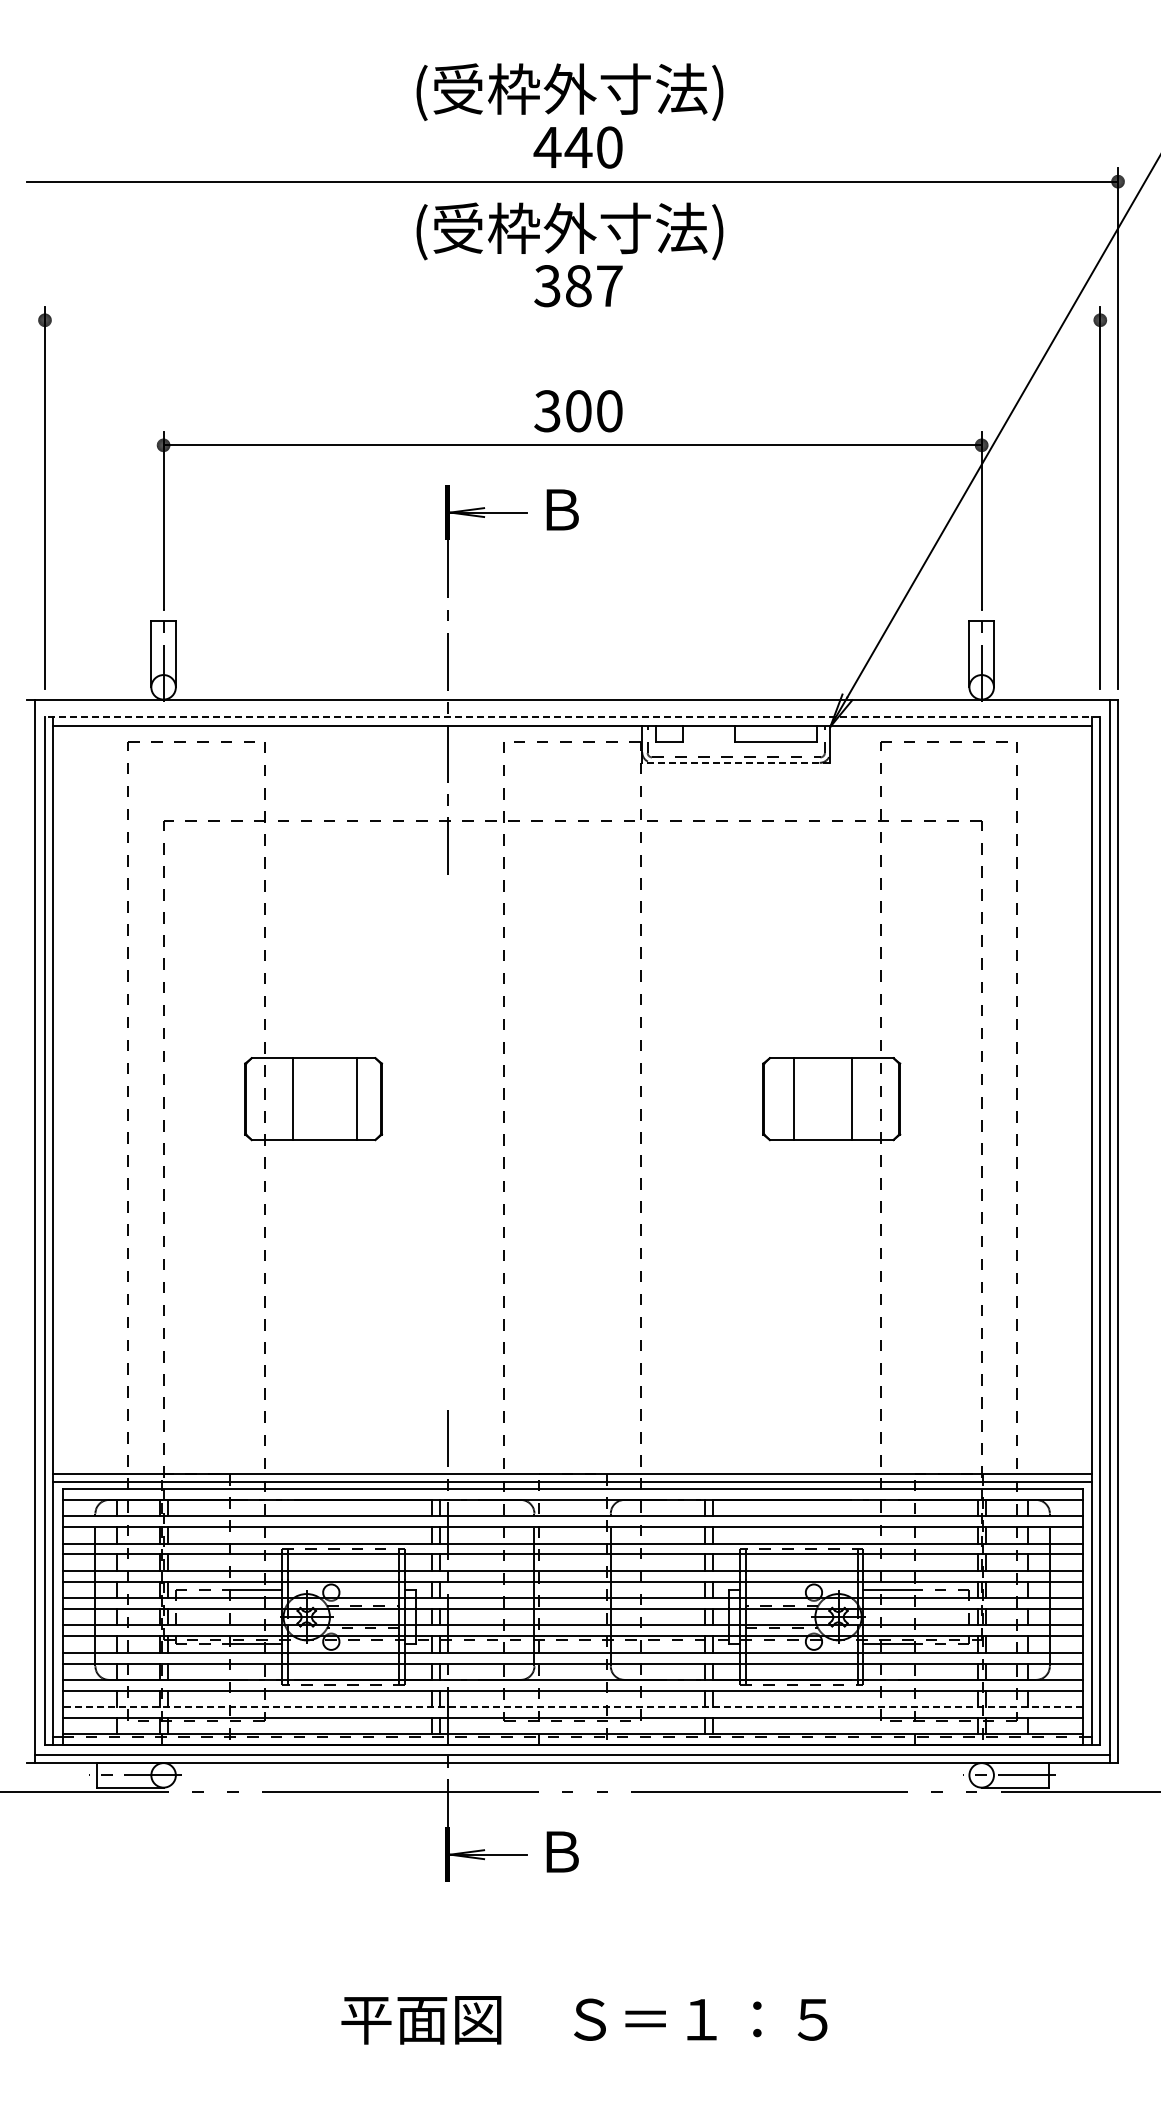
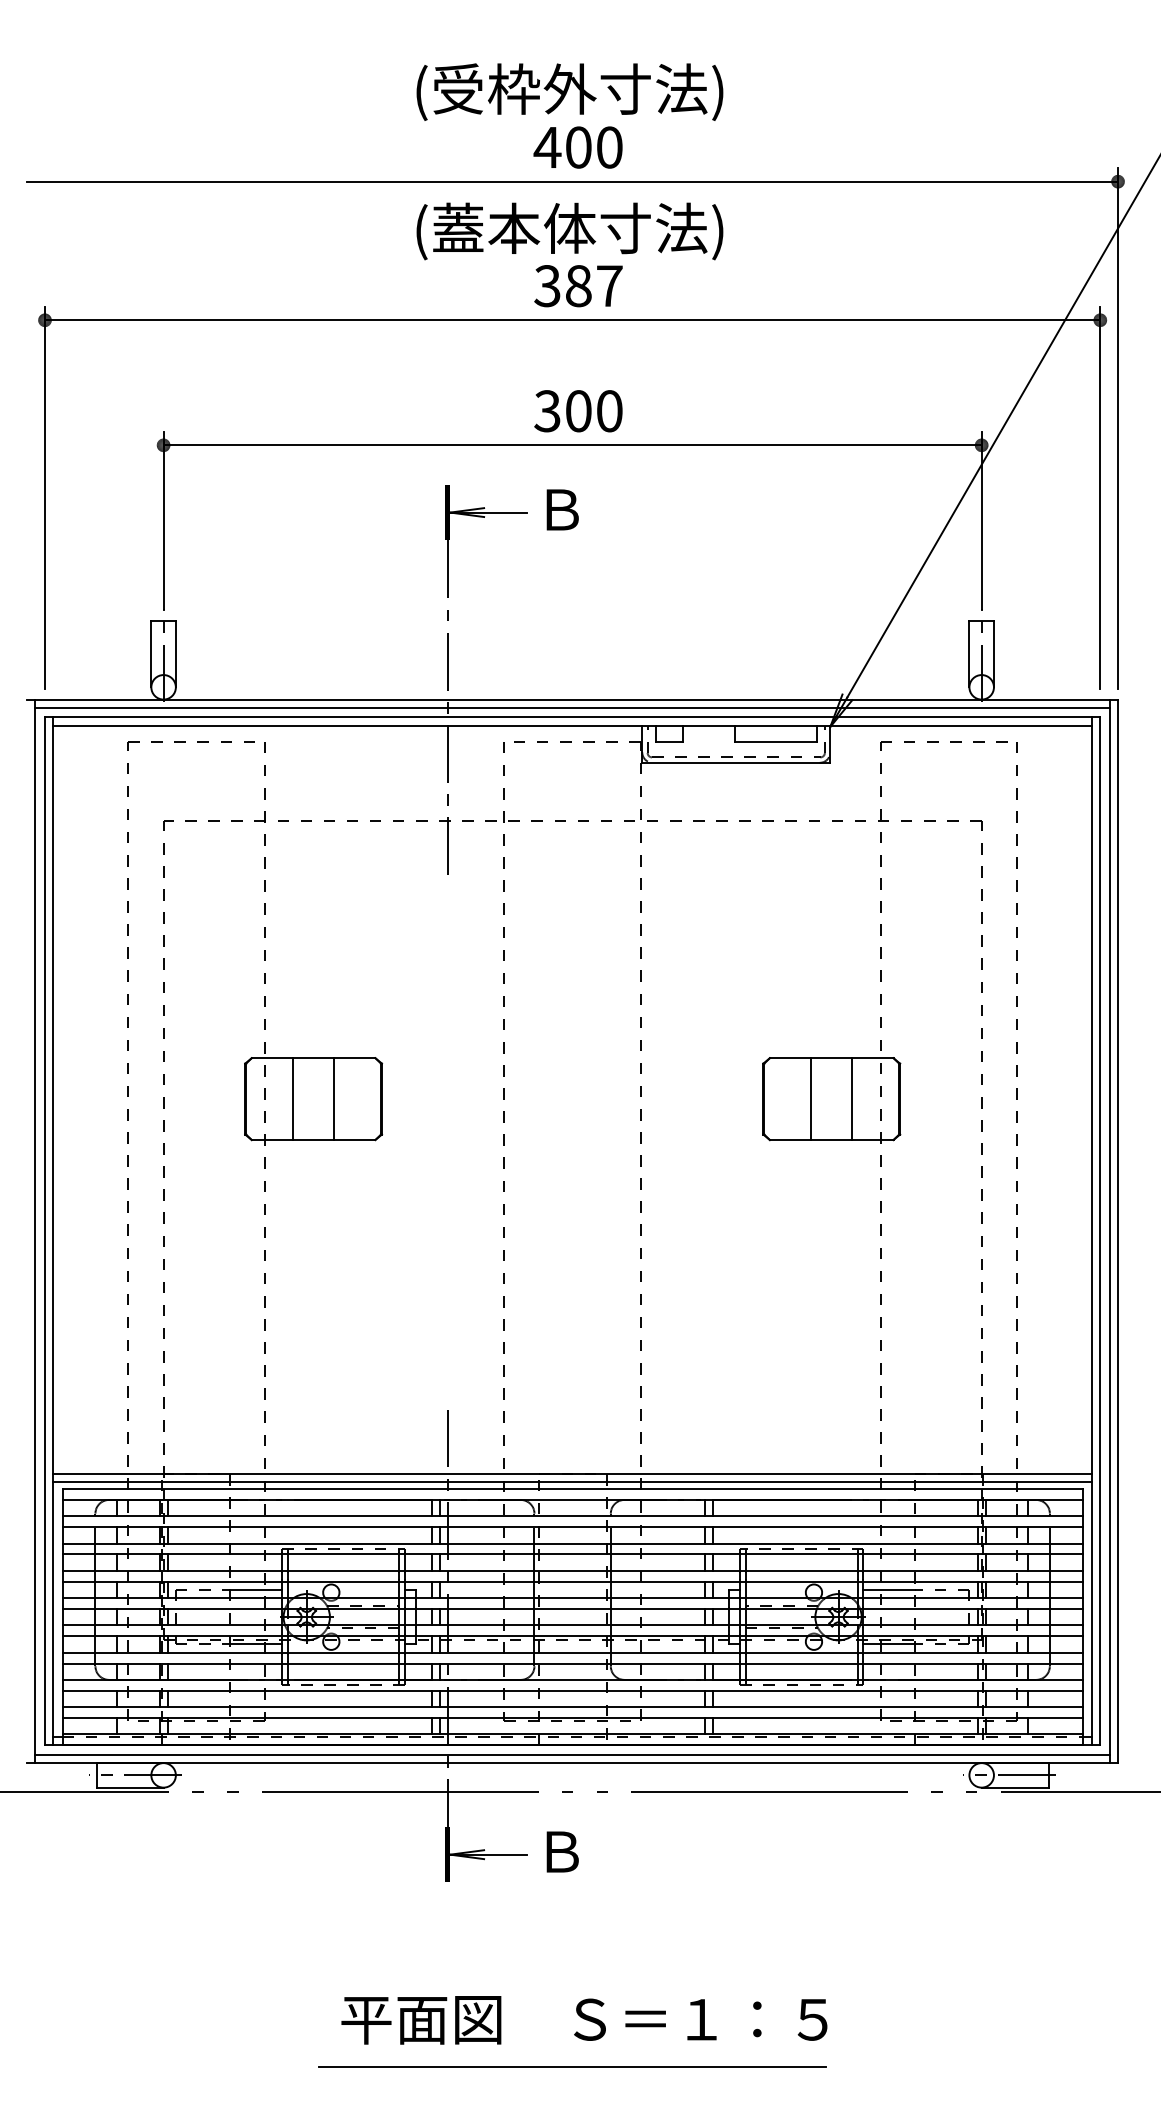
text at (578, 147): 440 -> 400
text at (514, 227): (受枠外寸法) -> (蓋本体寸法)
line at (572, 320): none -> present
line at (572, 707): none -> present
line at (572, 717): dashed -> solid
line at (735, 762): dashed -> solid
line at (357, 1099) position: (357, 1099) -> (334, 1099)
line at (794, 1099) position: (794, 1099) -> (811, 1099)
line at (572, 1707): dashed -> solid
line at (572, 2066): none -> present
